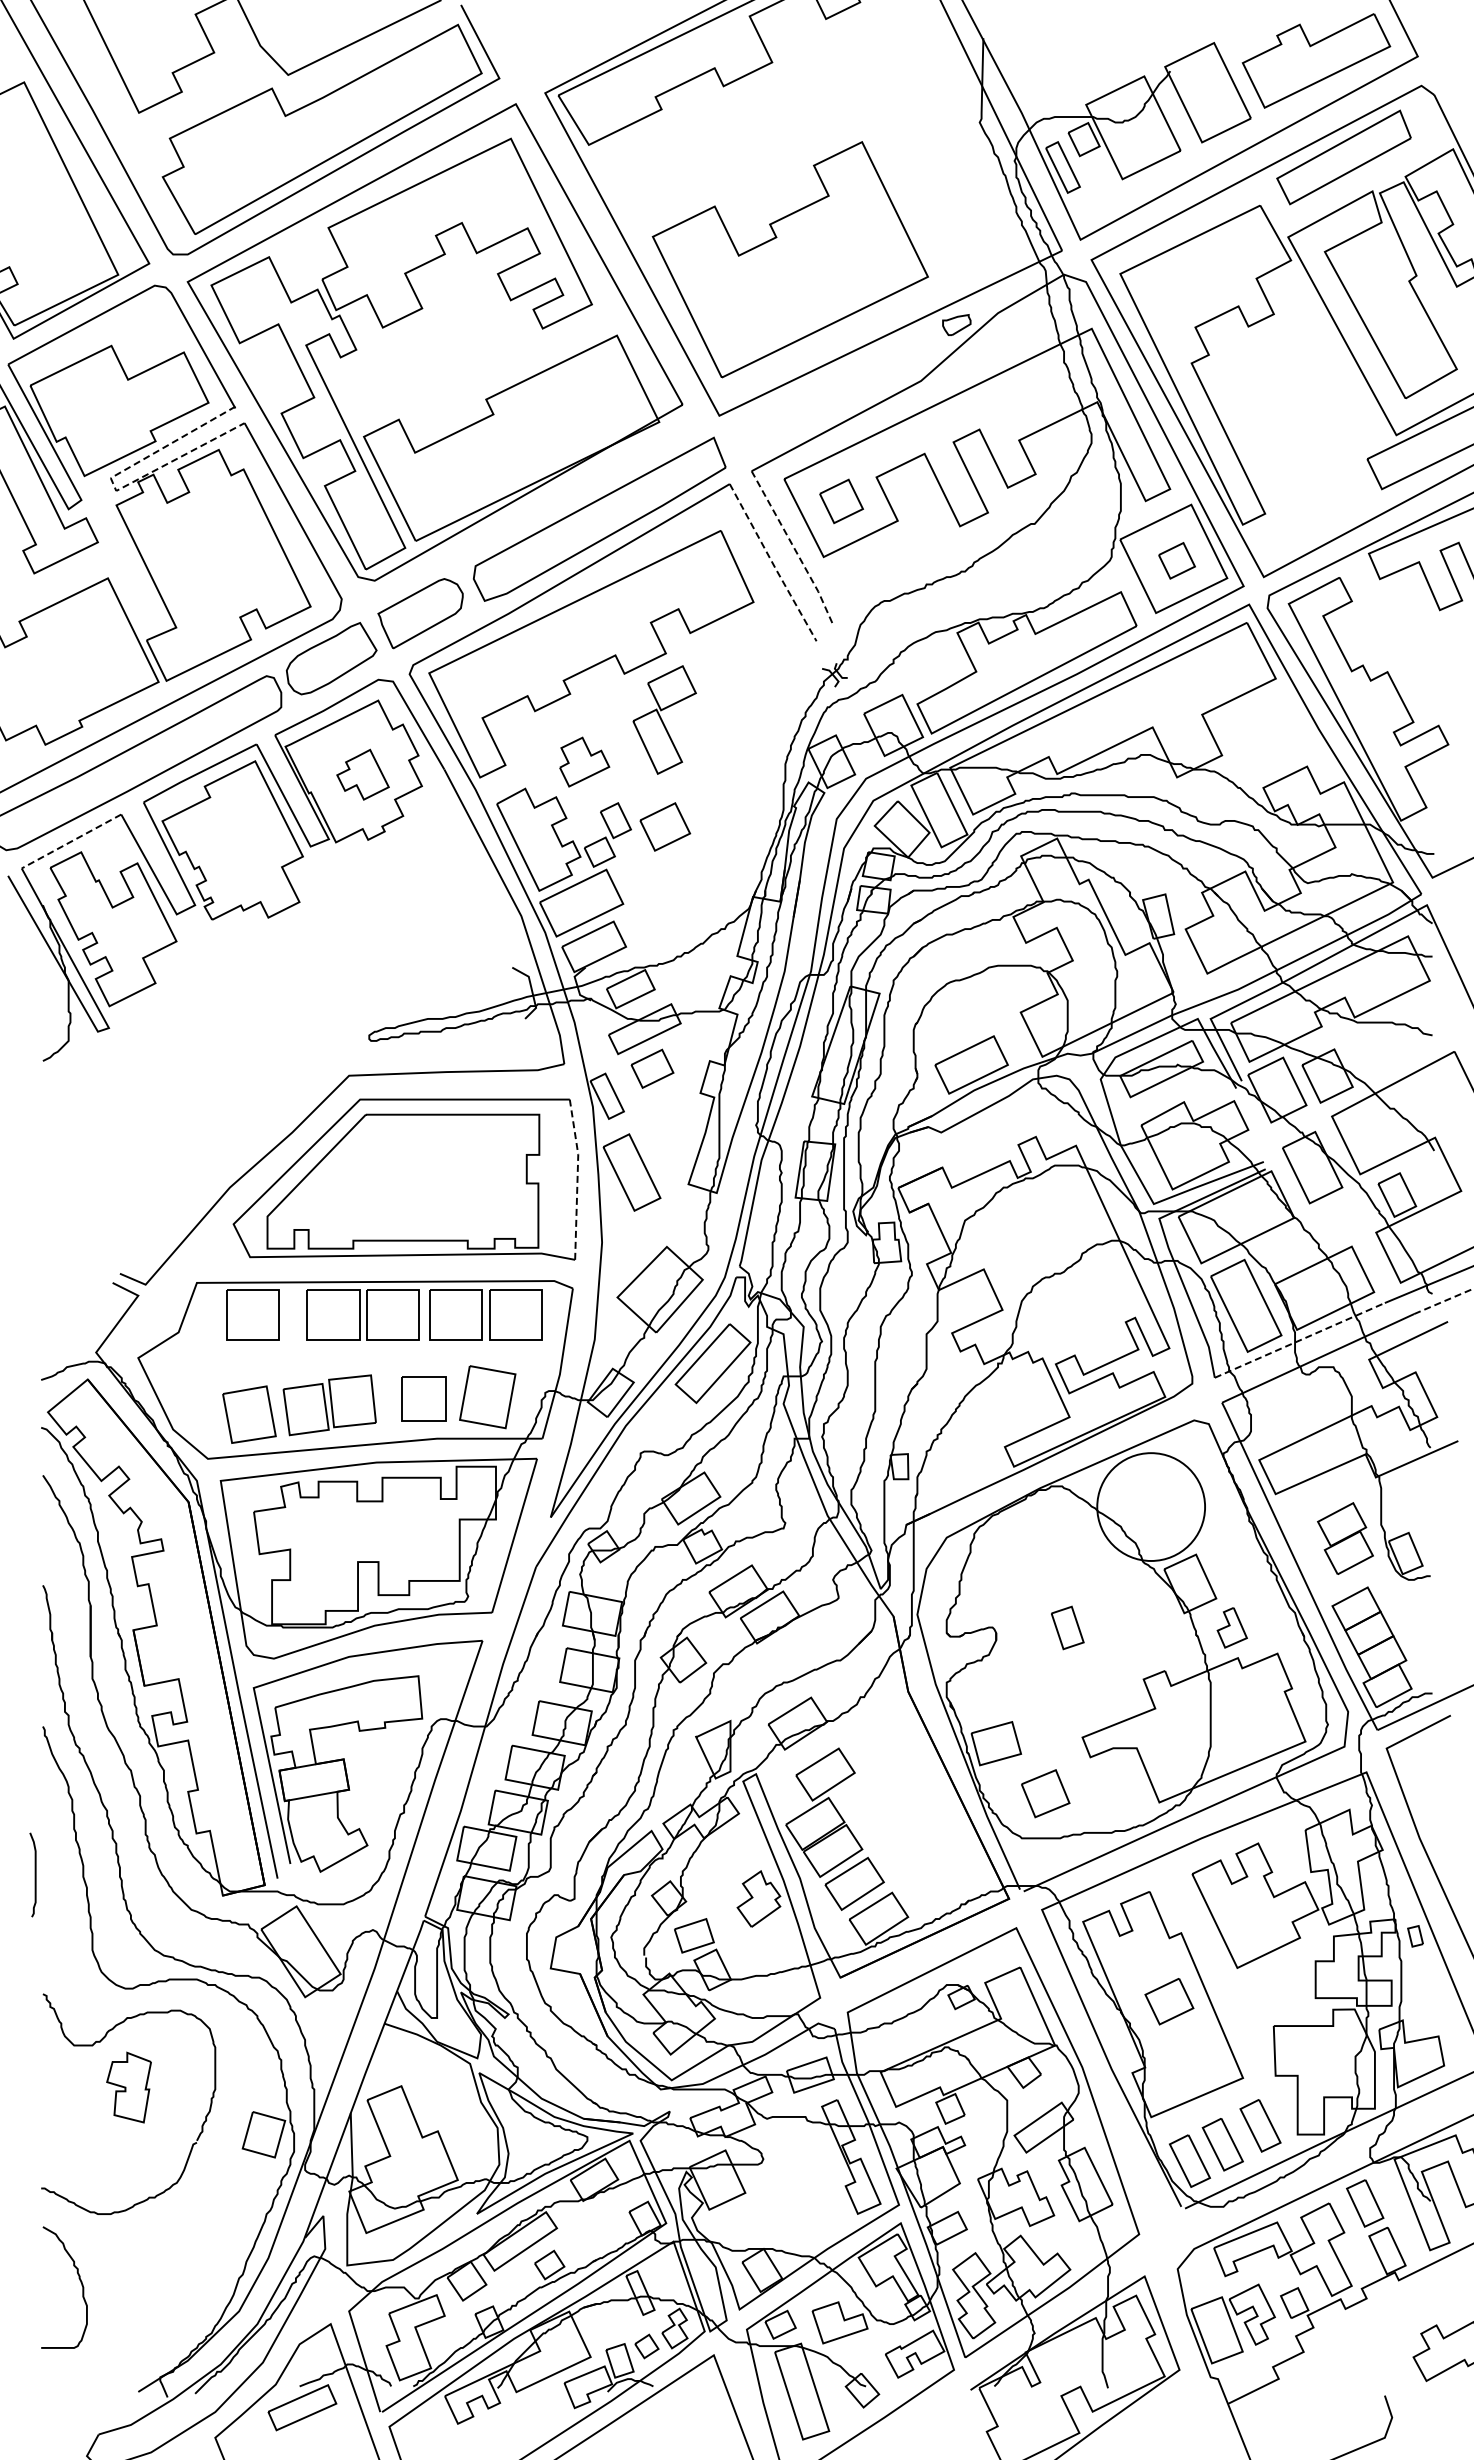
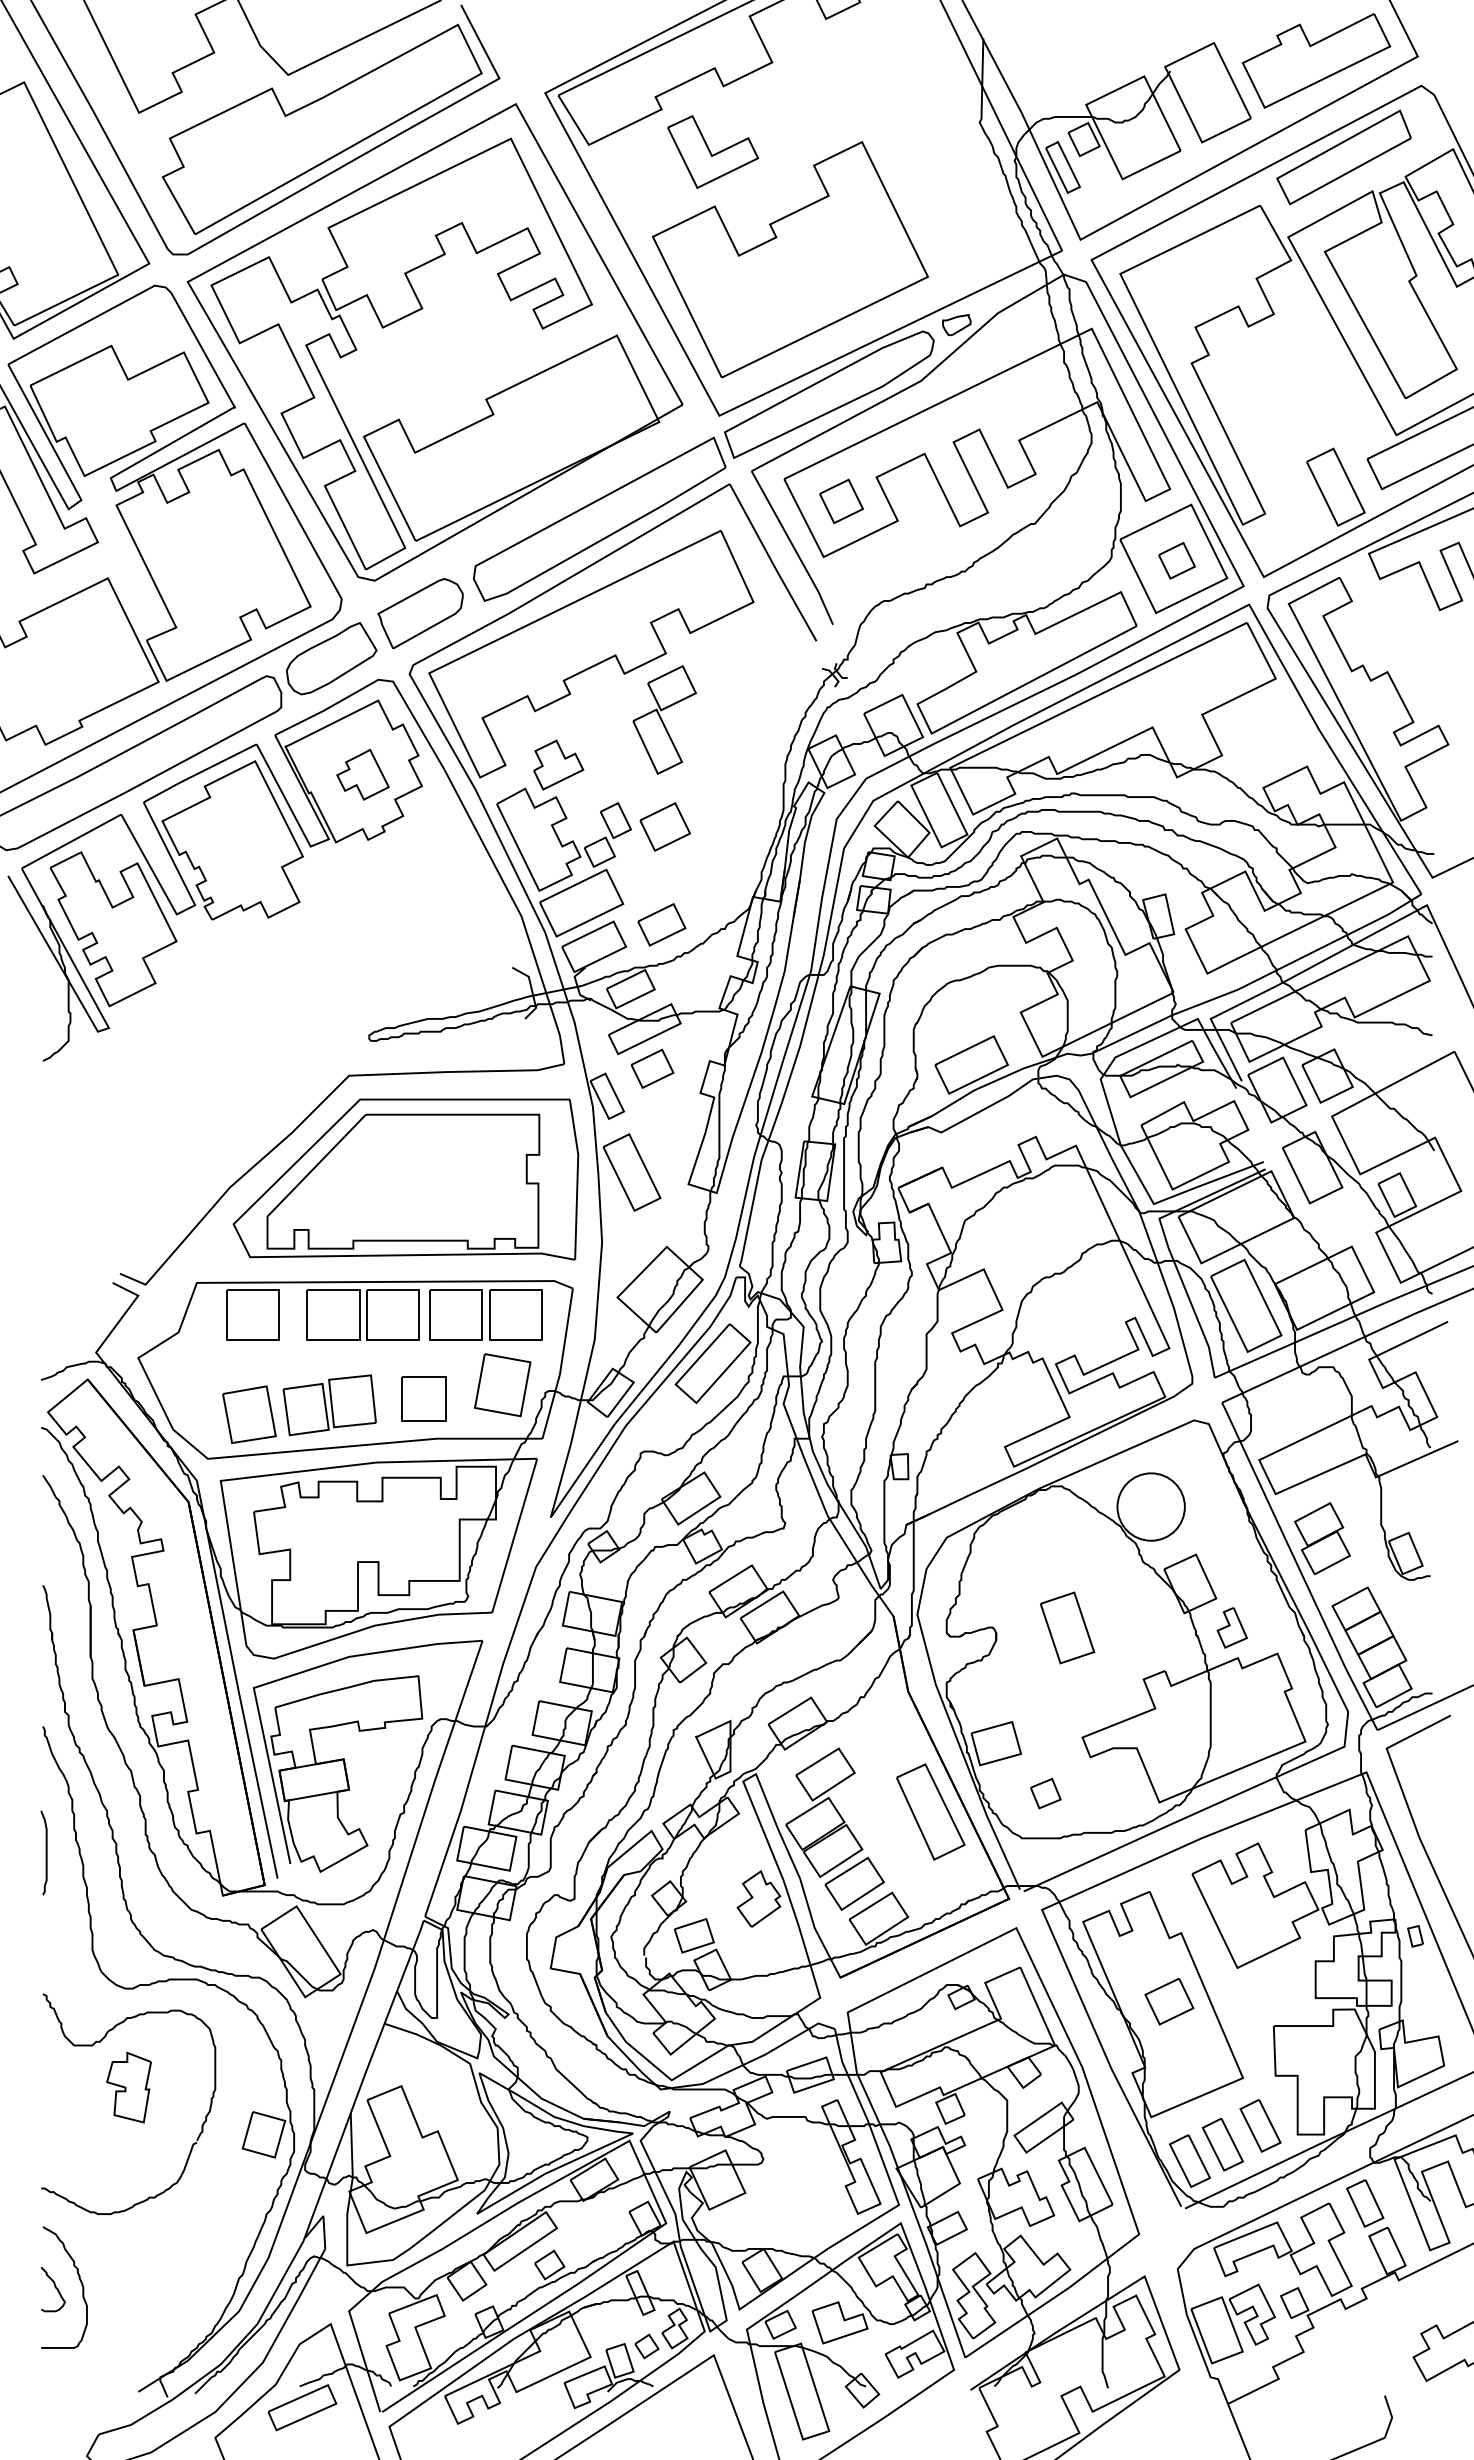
part at (713, 151): none -> present
part at (829, 394): none -> present
line at (113, 485): dashed -> solid
part at (1335, 486): none -> present
line at (794, 548): dashed -> solid
line at (772, 563): dashed -> solid
part at (584, 761) position: (584, 761) -> (558, 764)
line at (71, 841): dashed -> solid
part at (661, 924): none -> present
line at (577, 1178): dashed -> solid
line at (1444, 1301): dashed -> solid
line at (1299, 1340): dashed -> solid
part at (487, 1397) position: (487, 1397) -> (502, 1385)
circle at (1151, 1506) diameter: 108 px -> 67 px
part at (1345, 1538) position: (1345, 1538) -> (1322, 1538)
part at (1067, 1627) size: 34x46 px -> 56x74 px
part at (1045, 1793) size: 50x50 px -> 32x33 px
line at (943, 1804): none -> present
curve at (34, 1874) position: (34, 1874) -> (45, 1852)
curve at (54, 2287): none -> present
